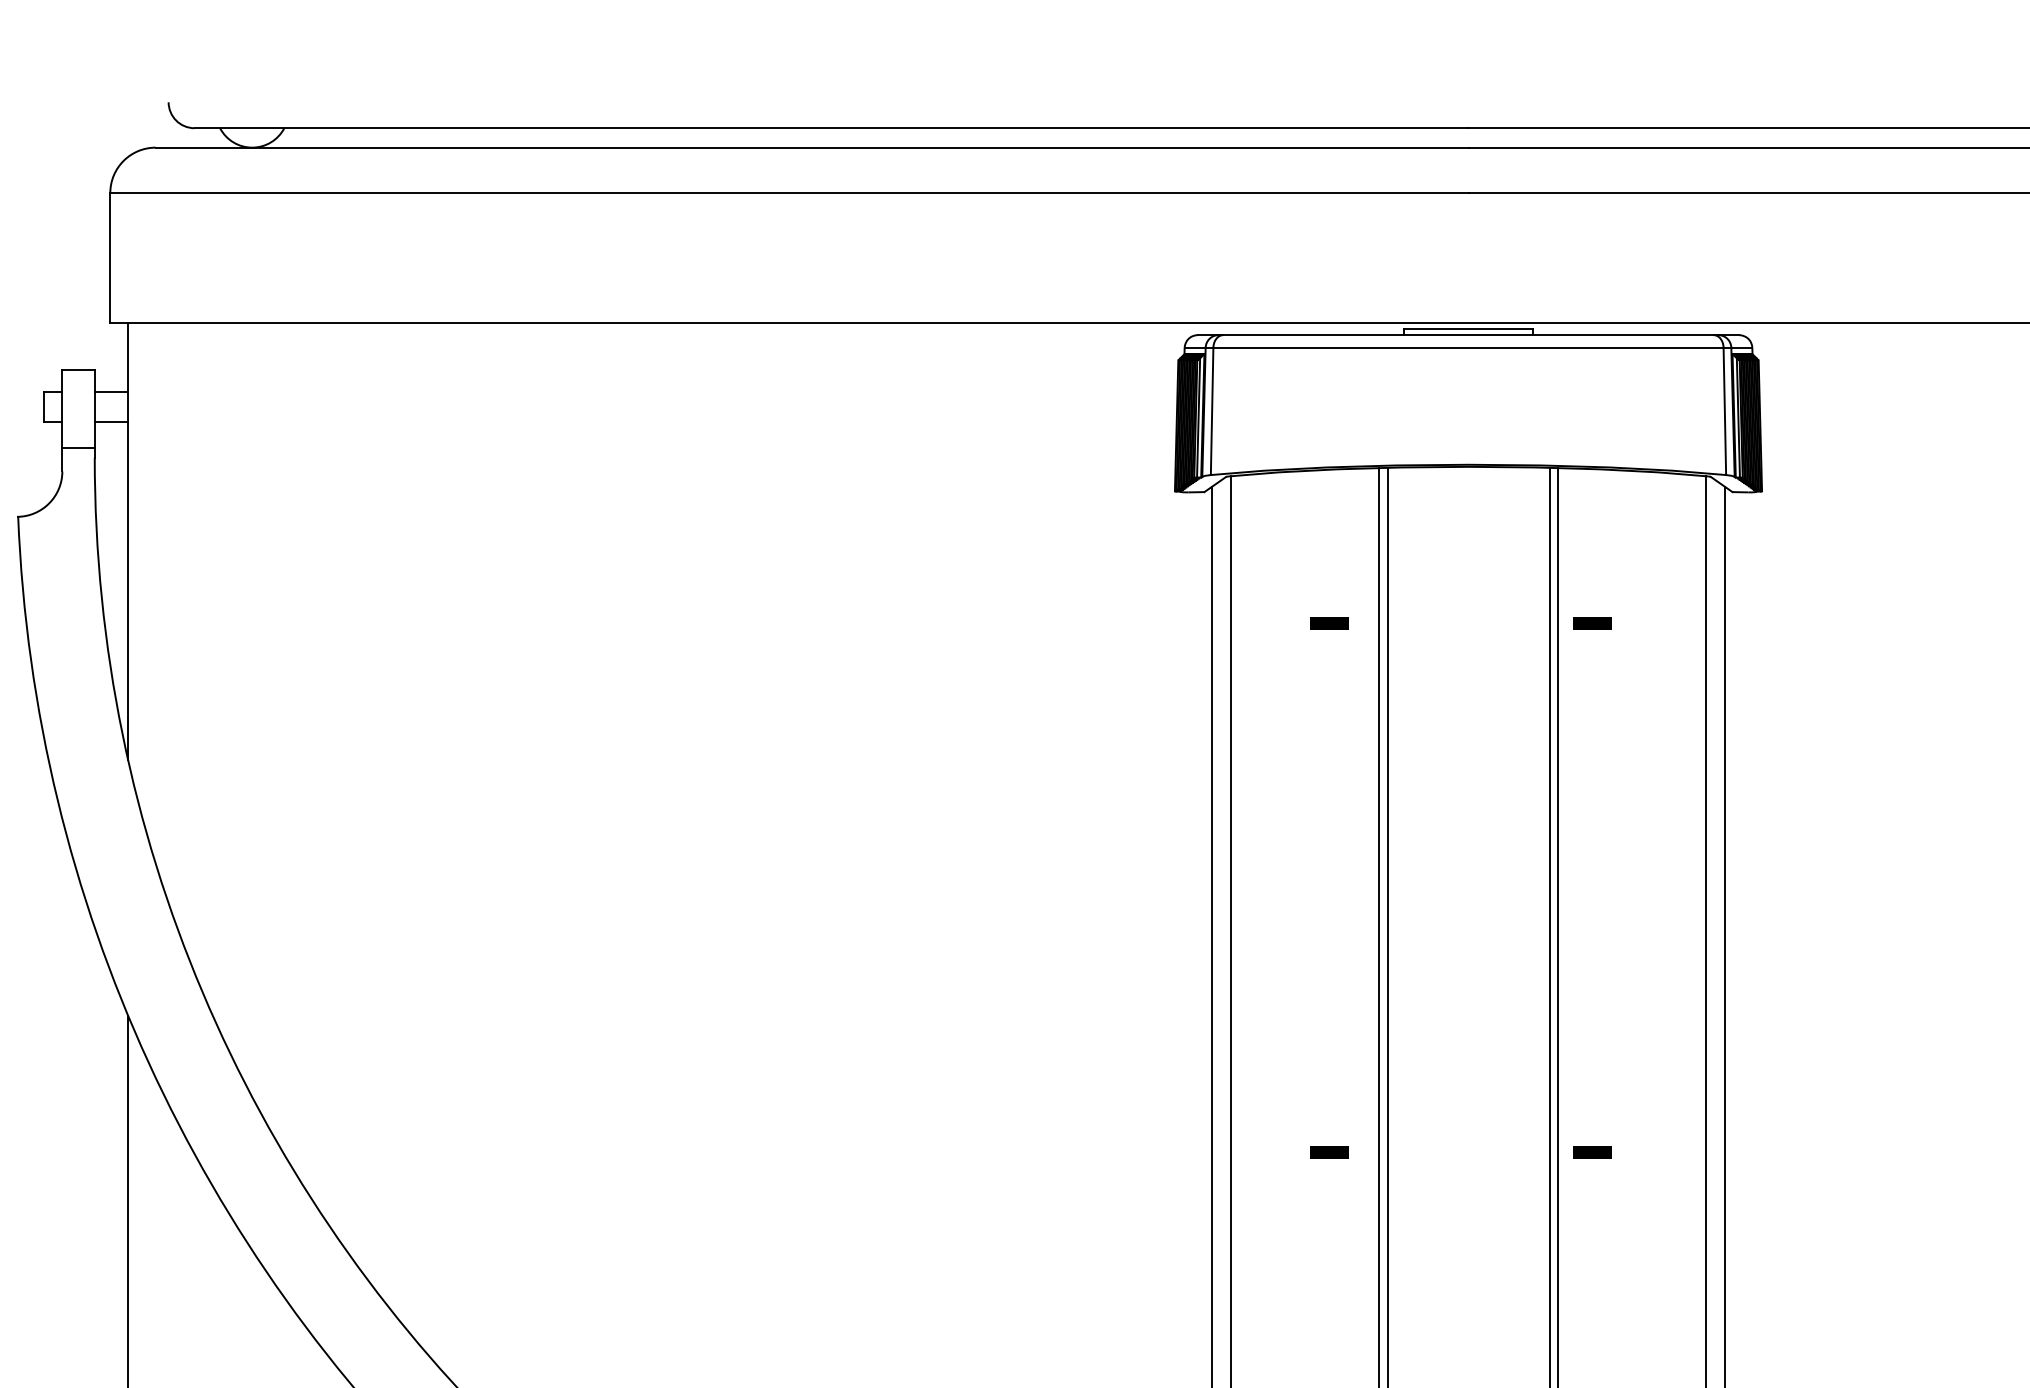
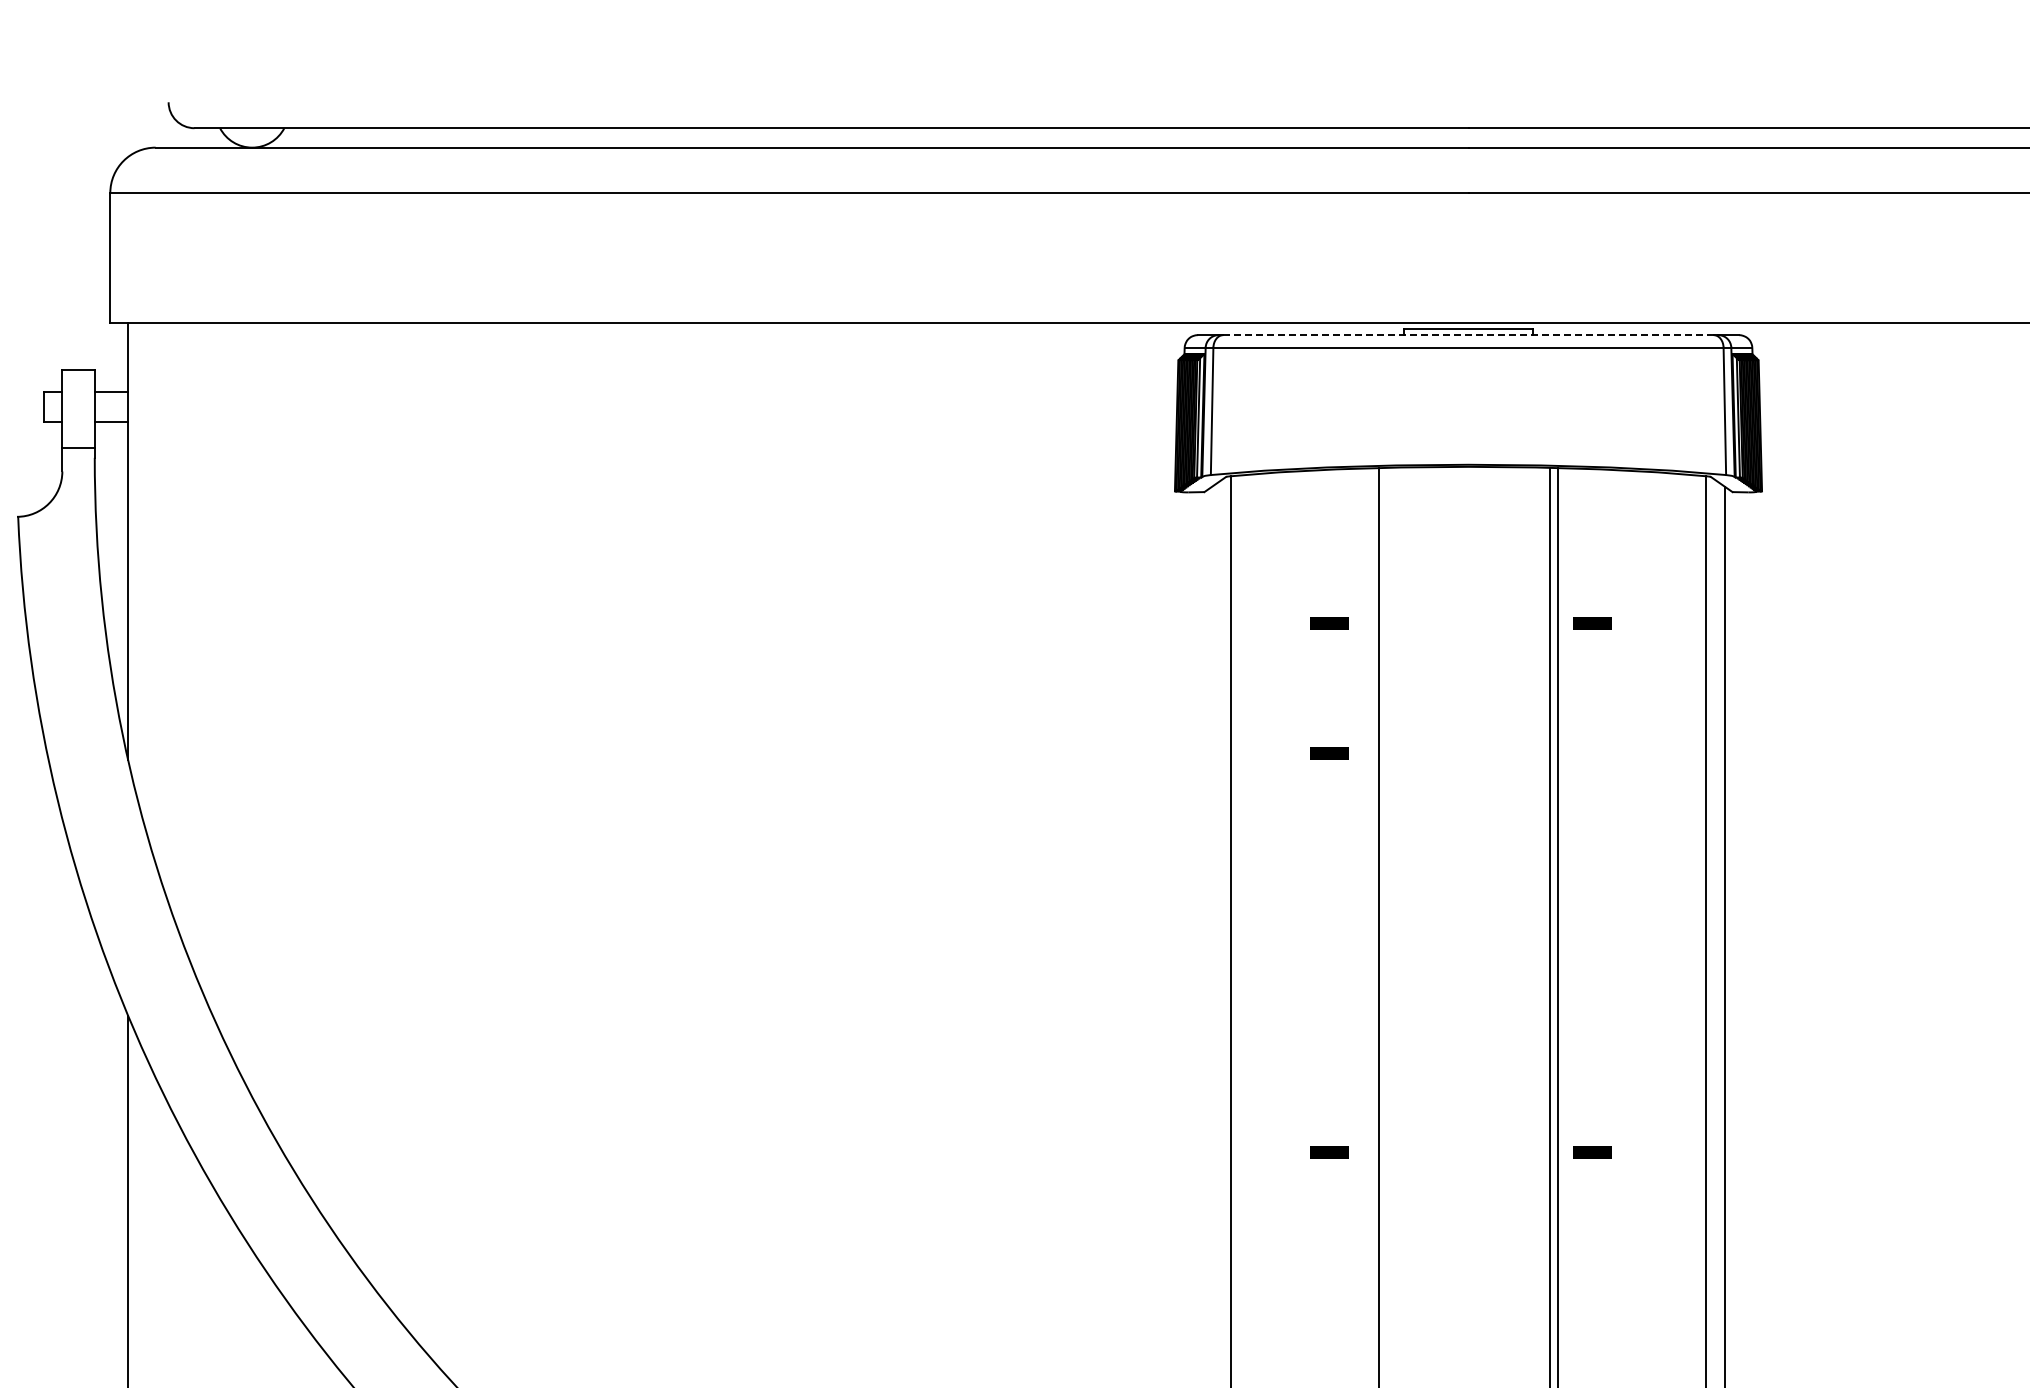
line at (1468, 335): solid -> dashed
line at (1329, 753): none -> present
line at (1387, 925): present -> none
line at (1211, 935): present -> none
